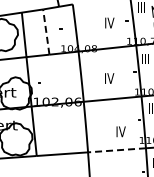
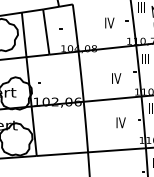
line at (46, 32): dashed -> solid
text at (109, 78) position: (109, 78) -> (116, 78)
text at (120, 131) position: (120, 131) -> (120, 122)
line at (117, 150): dashed -> solid
